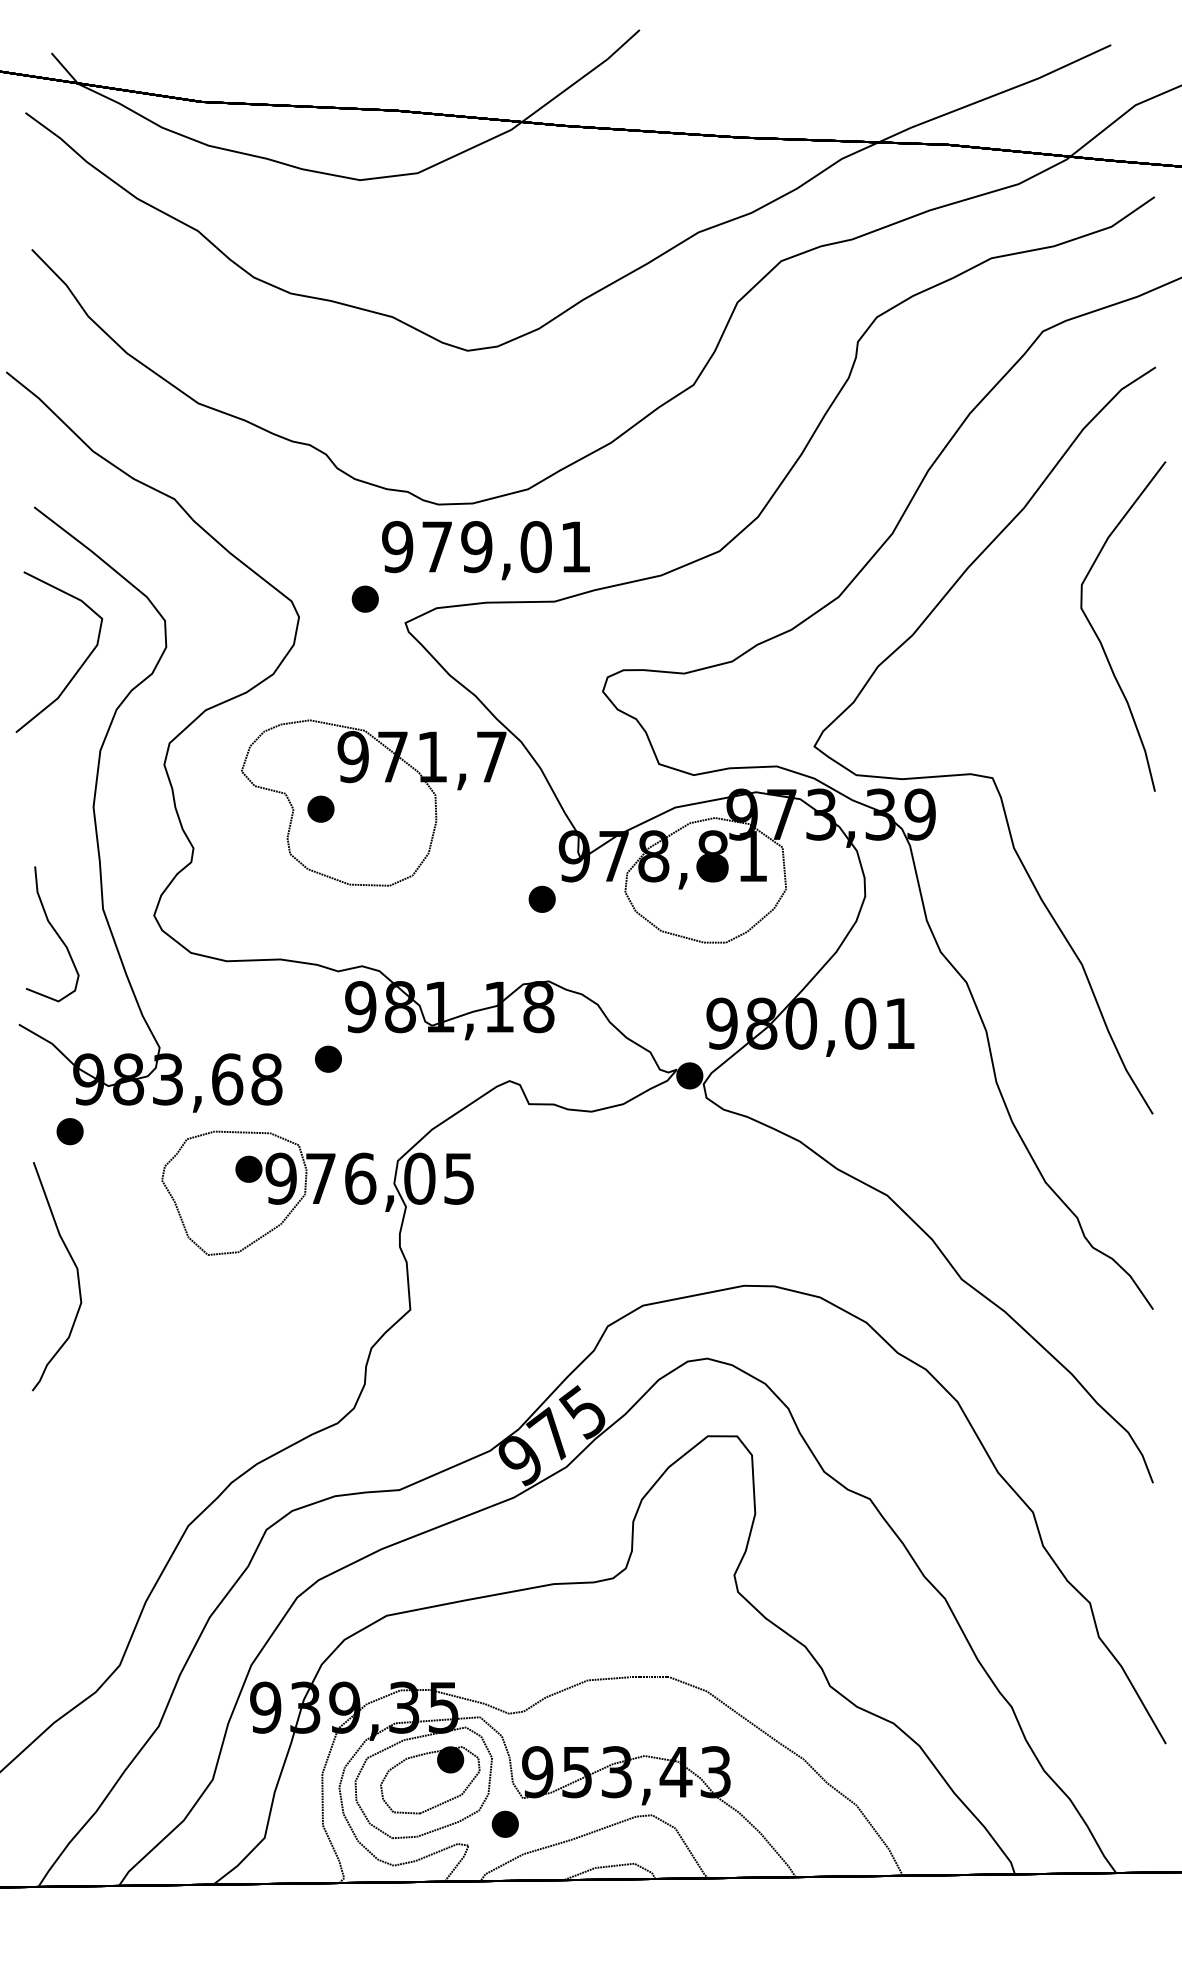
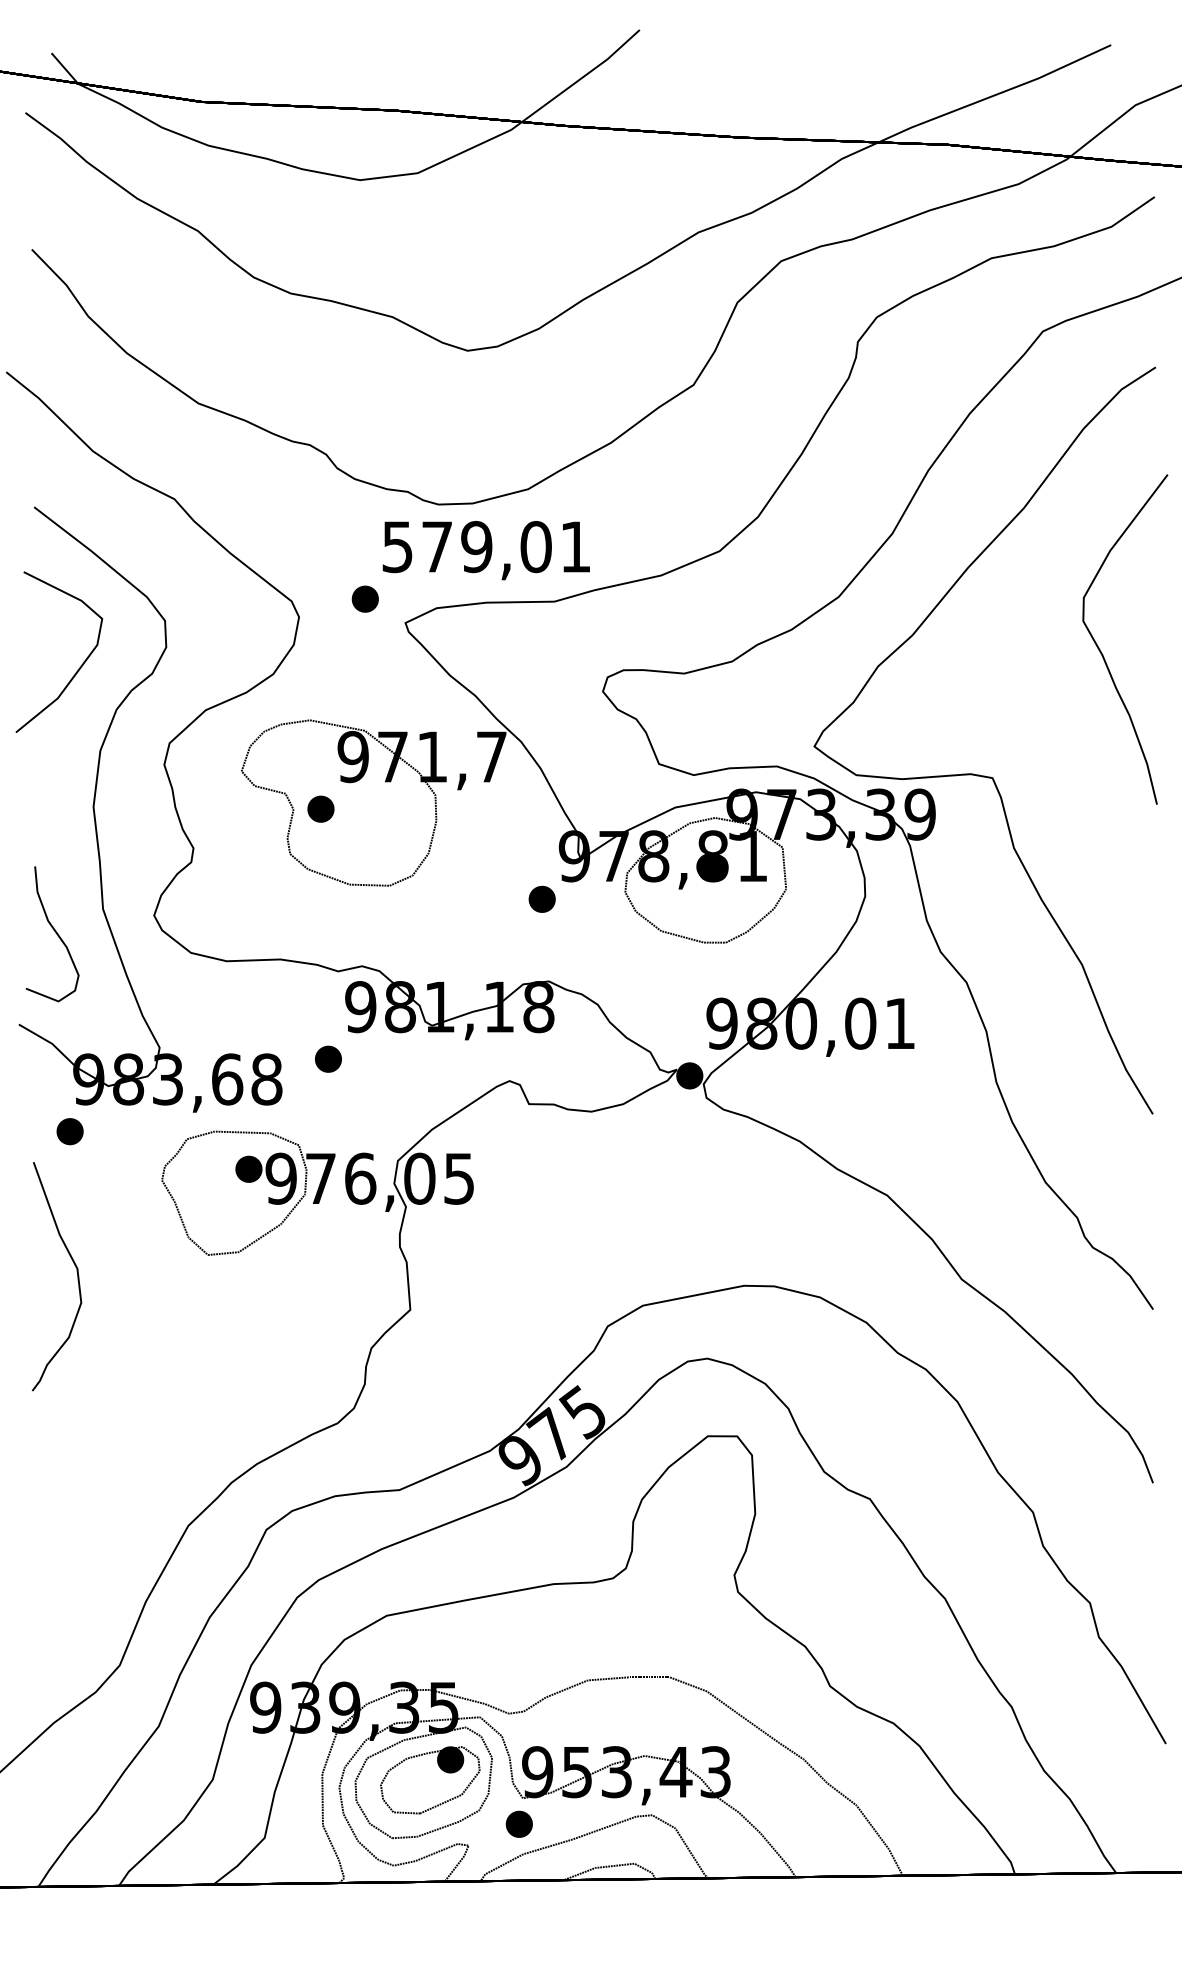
text at (397, 546): 979,01 -> 579,01
curve at (1101, 641) position: (1101, 641) -> (1103, 654)
part at (504, 1823) position: (504, 1823) -> (518, 1823)
